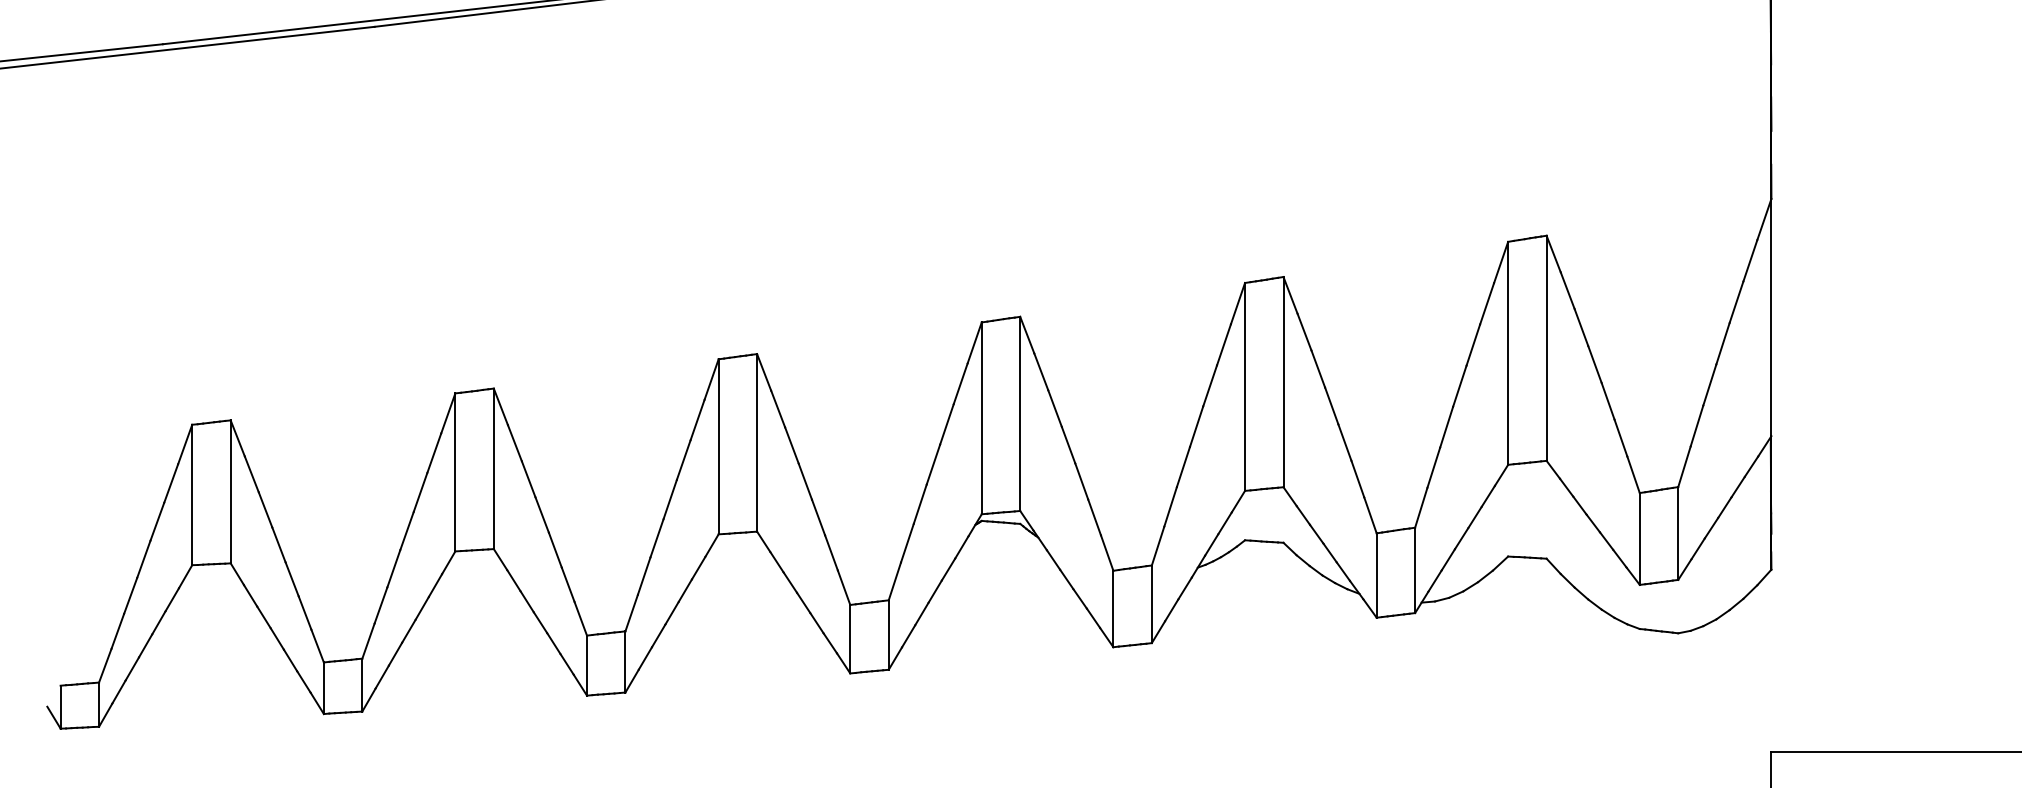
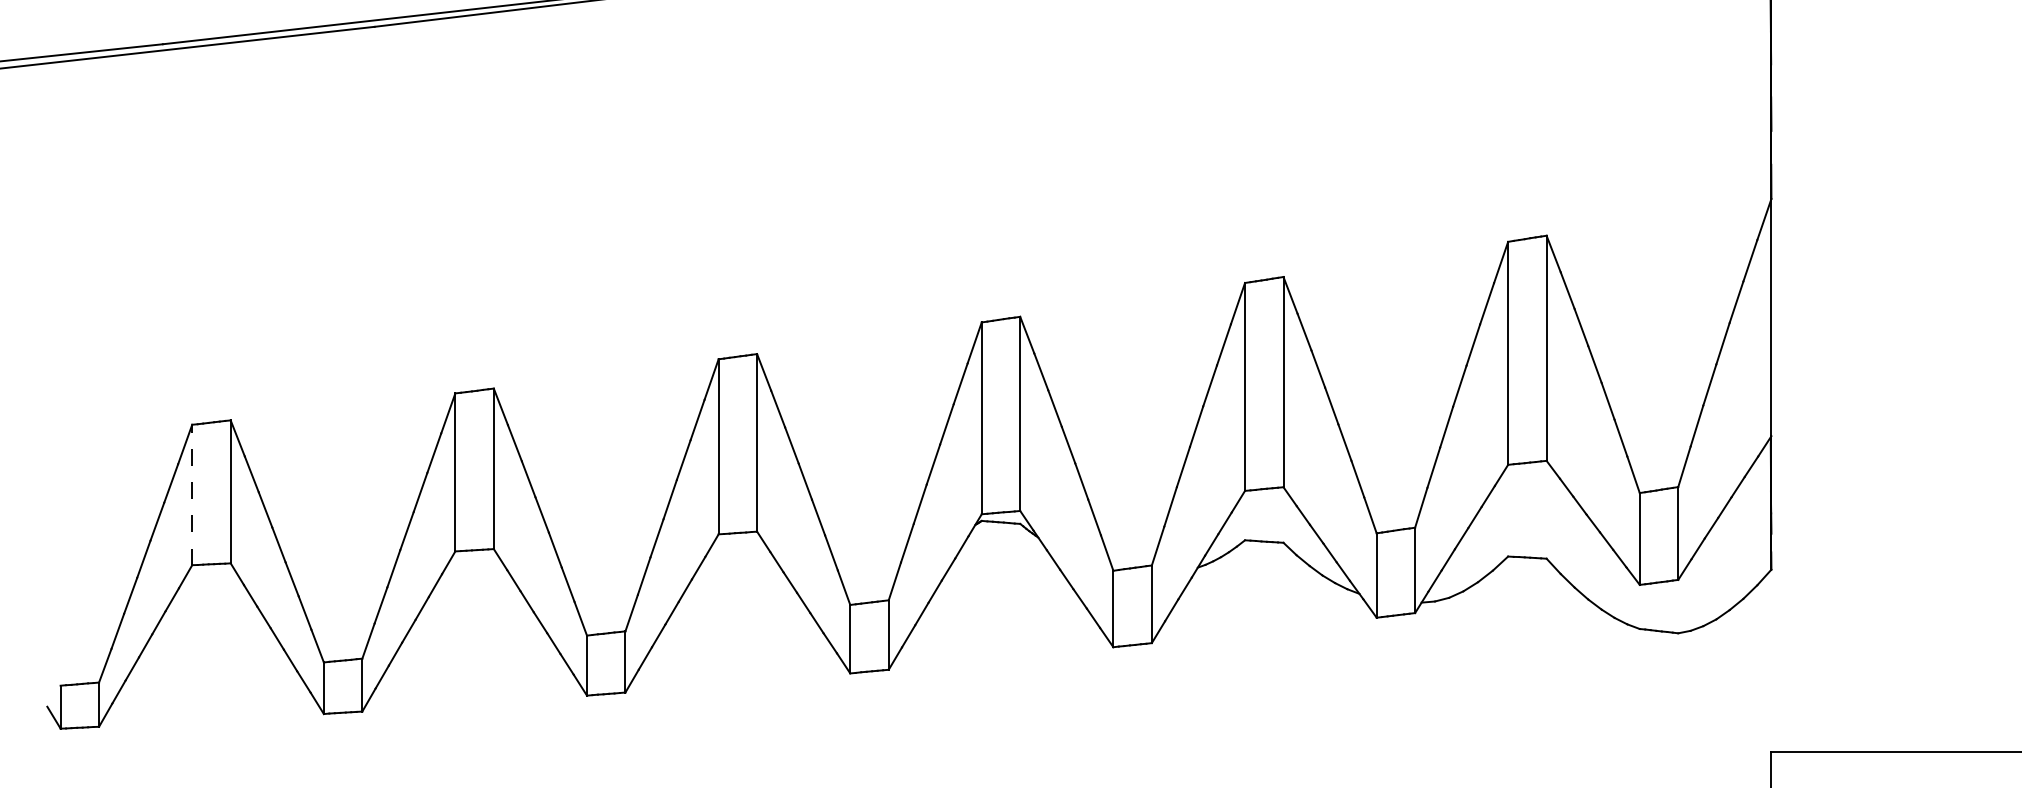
line at (192, 494): solid -> dashed
